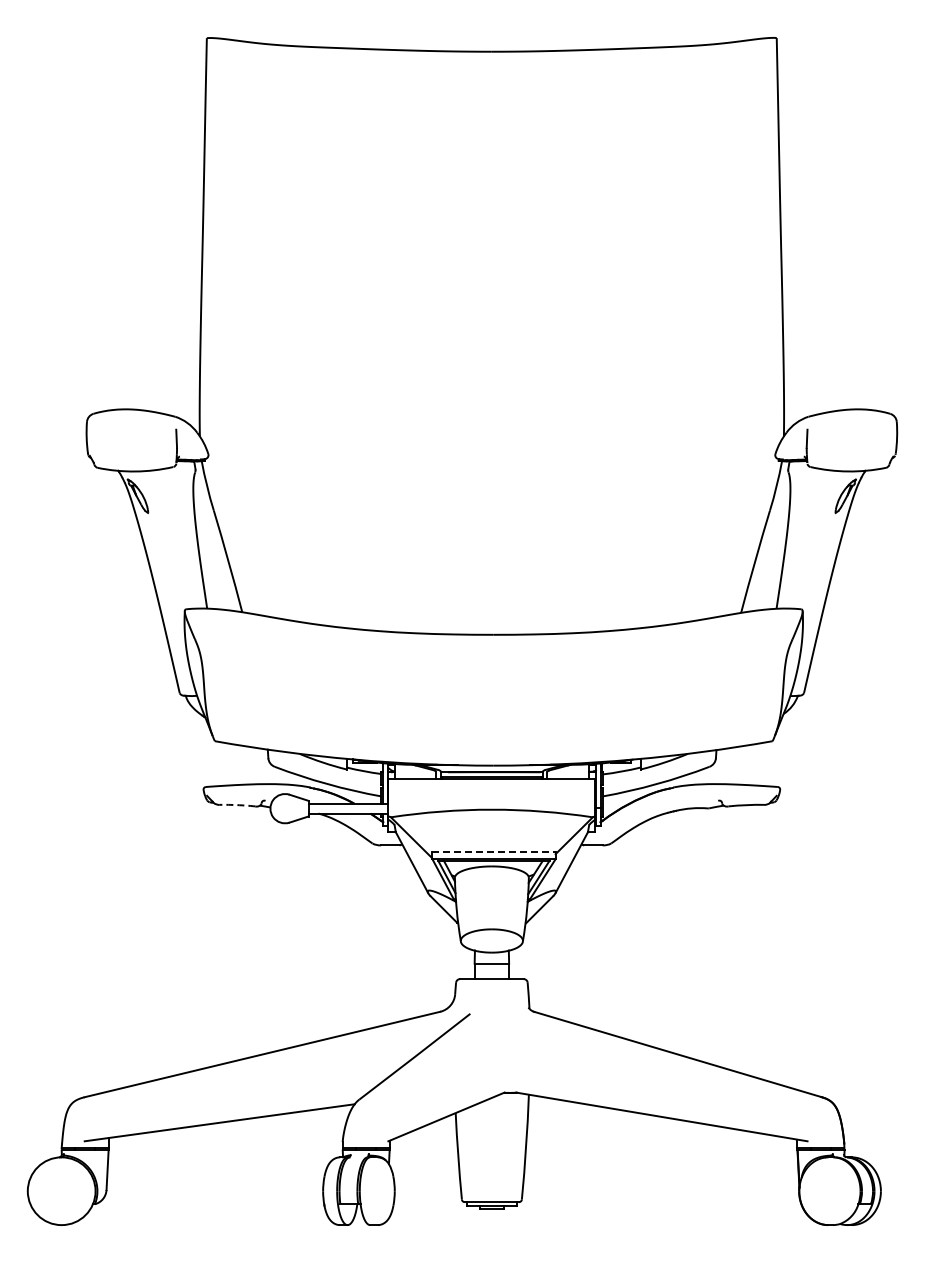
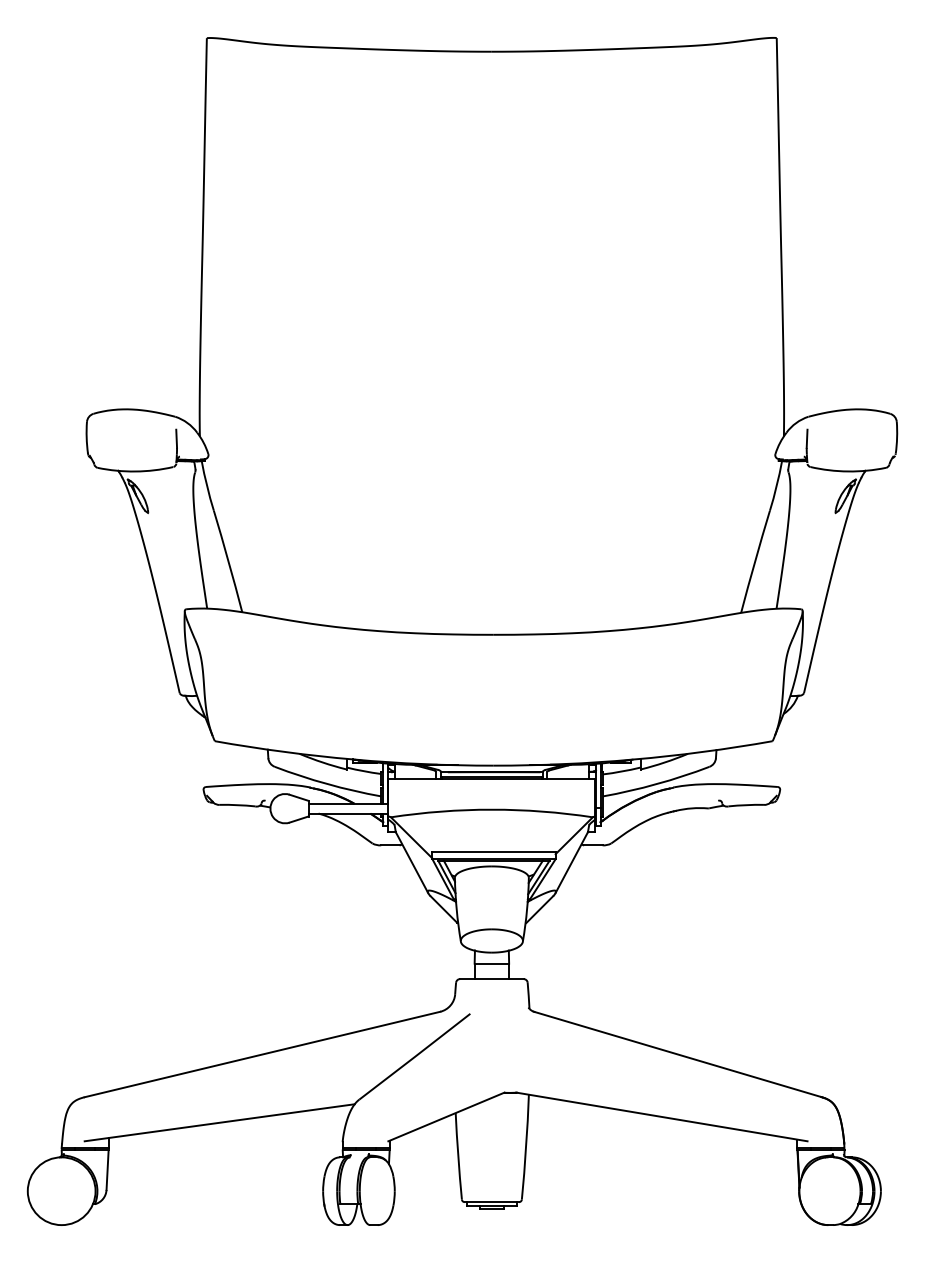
arc at (237, 805): dashed -> solid
line at (494, 851): dashed -> solid
